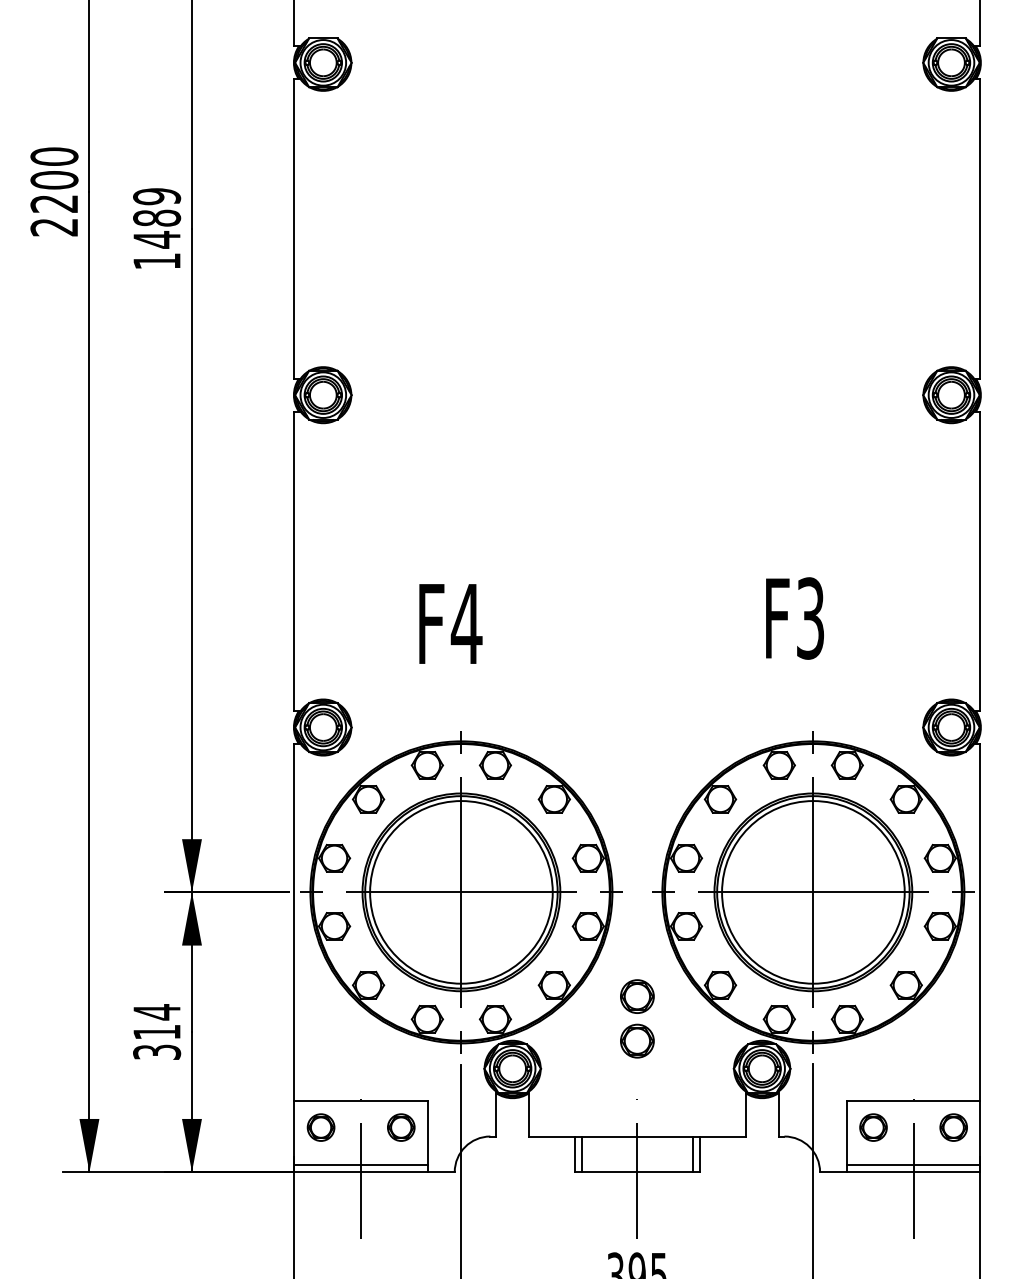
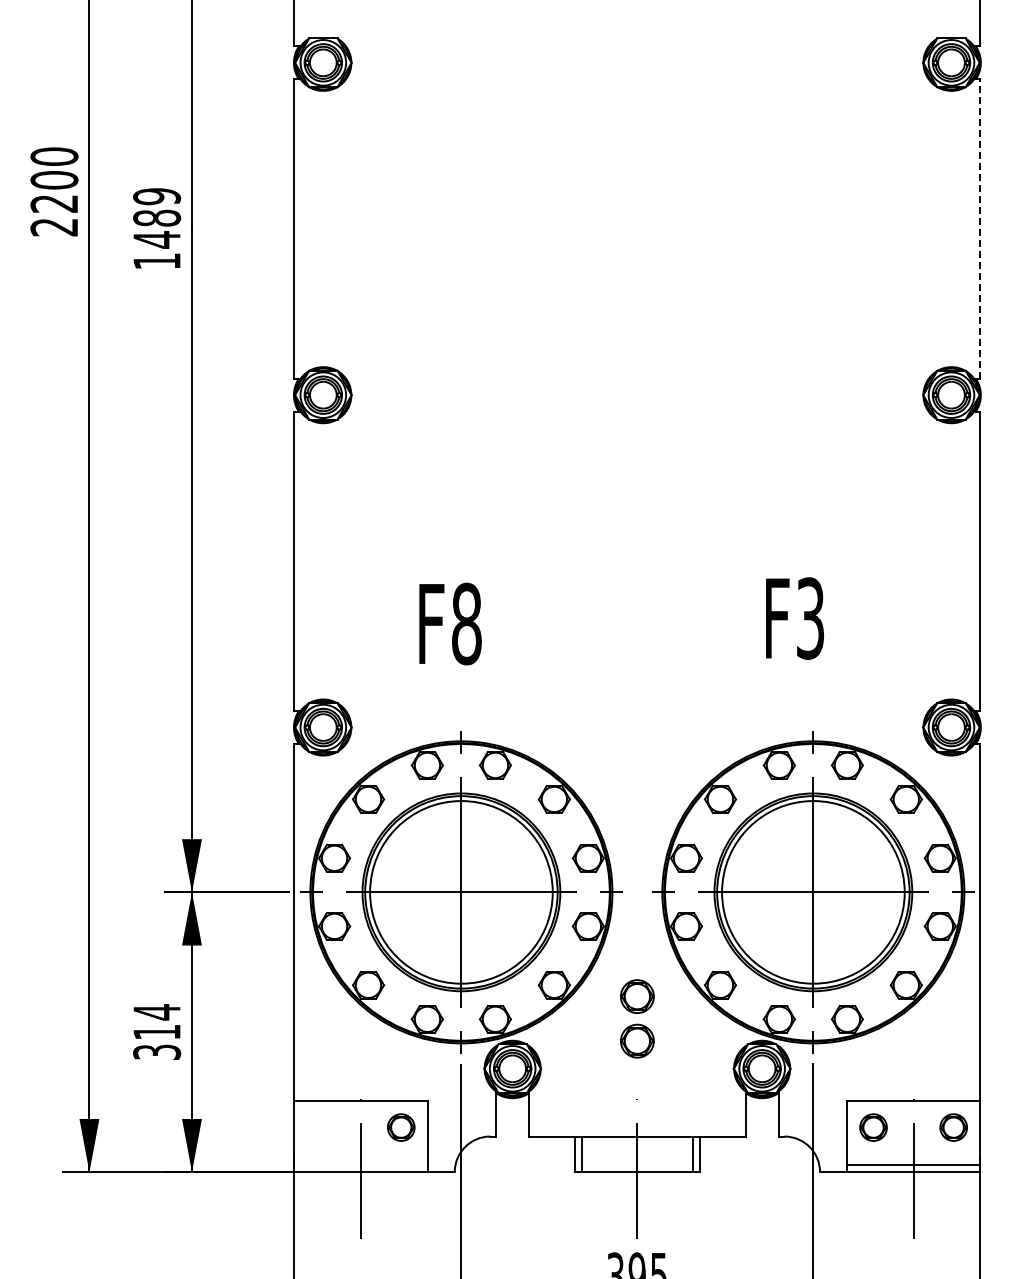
line at (980, 229): solid -> dashed
text at (466, 623): F4 -> F8
part at (320, 1127): present -> none
line at (361, 1165): present -> none
